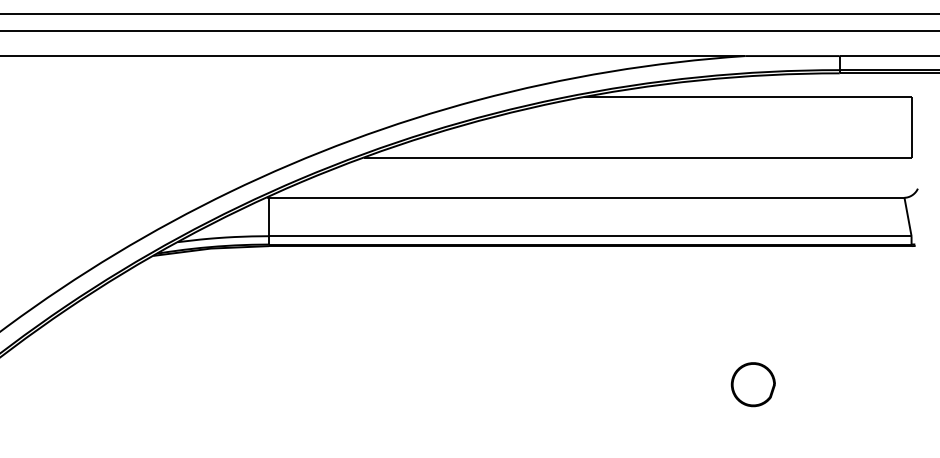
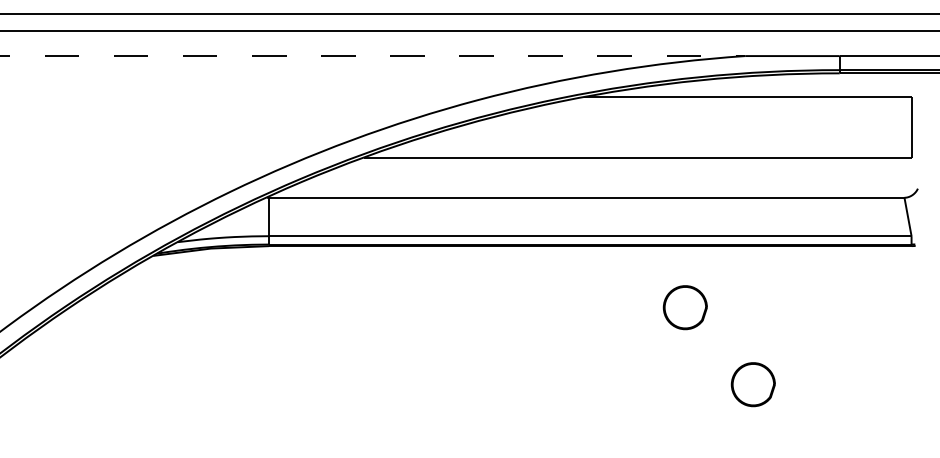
line at (373, 56): solid -> dashed
part at (684, 307): none -> present
